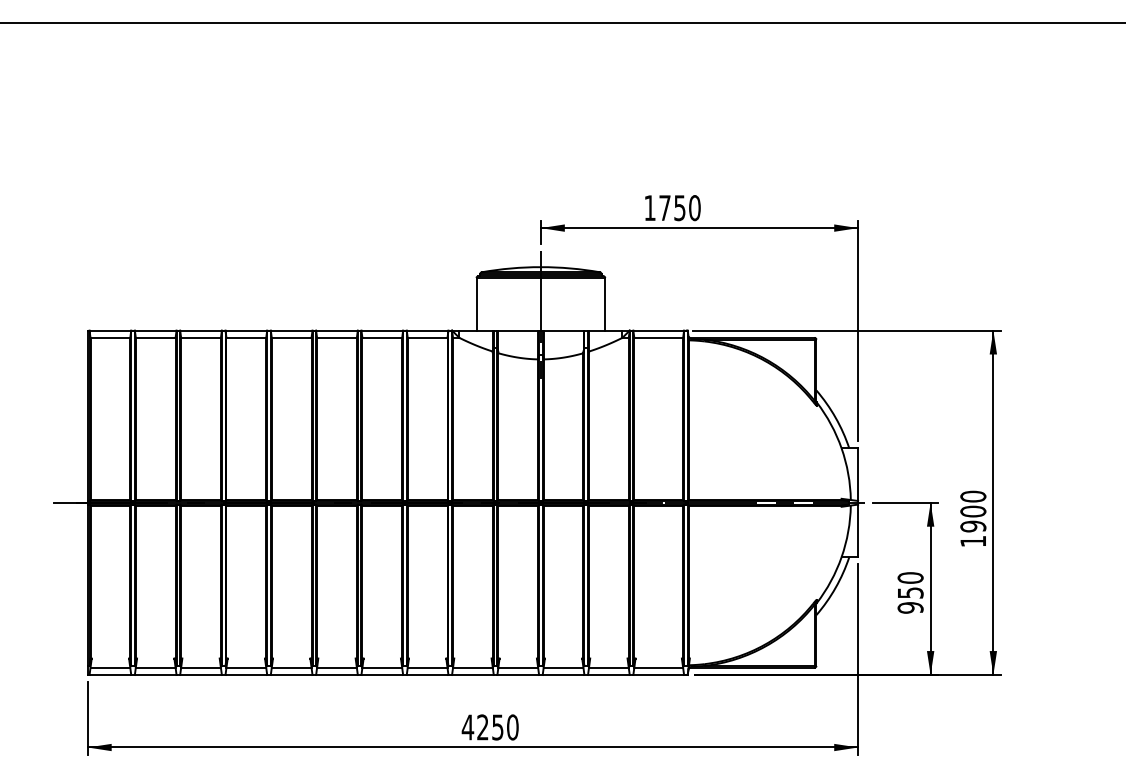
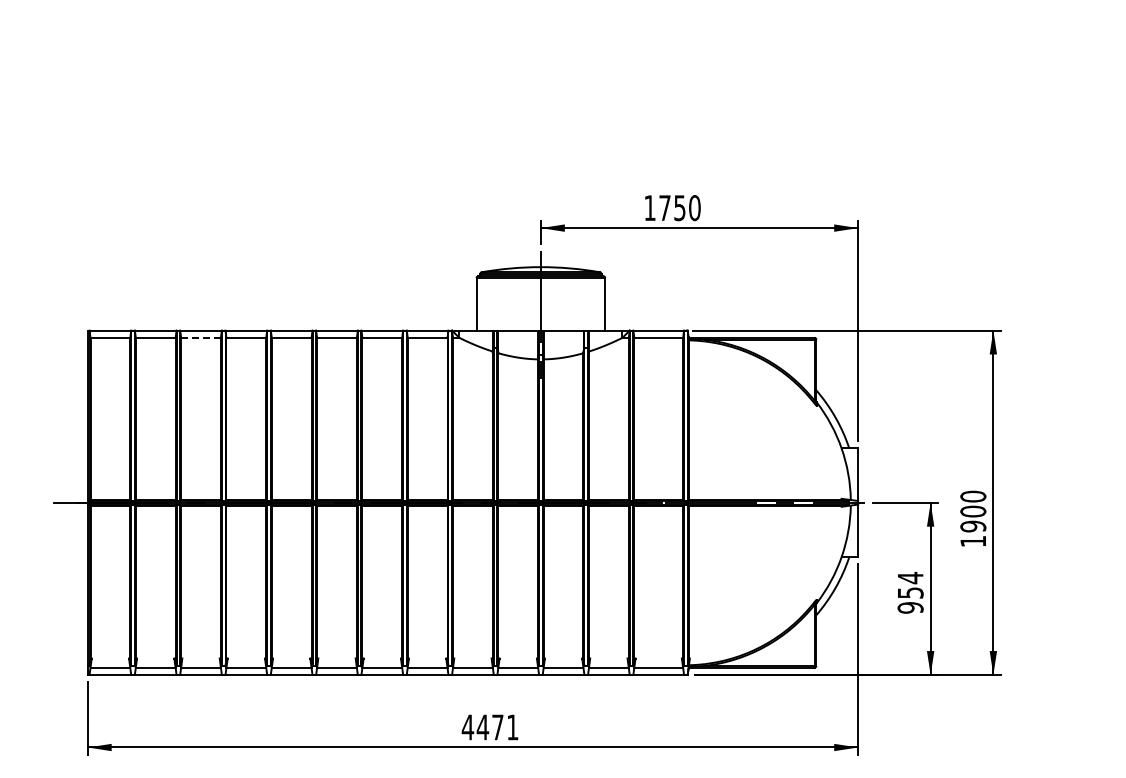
line at (562, 23): present -> none
line at (201, 337): solid -> dashed
text at (910, 577): 950 -> 954
text at (497, 727): 4250 -> 4471
